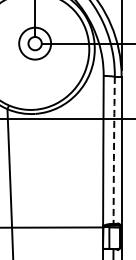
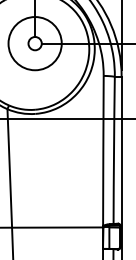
circle at (35, 43) diameter: 32 px -> 53 px
arc at (114, 150): dashed -> solid
